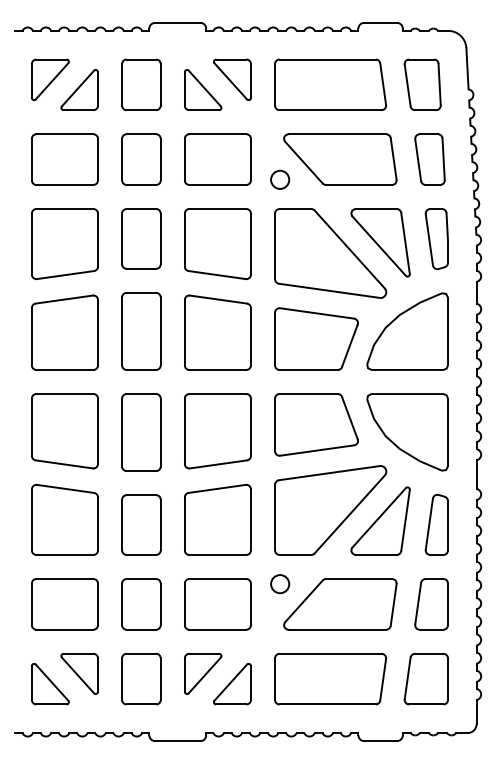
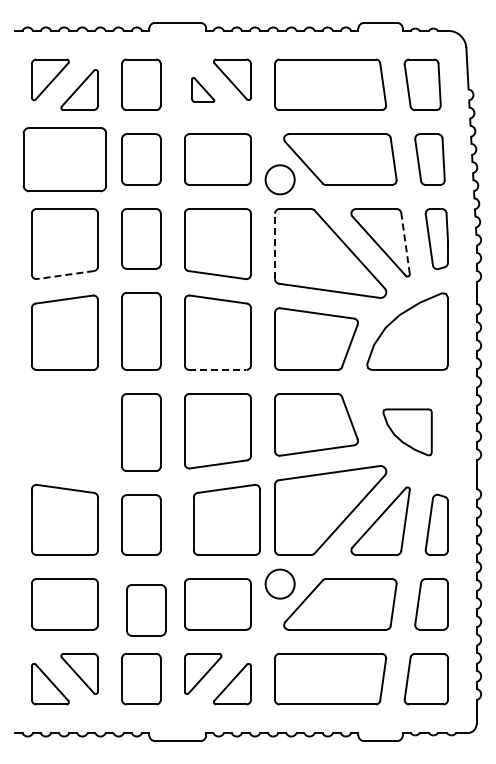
part at (203, 89) size: 39x42 px -> 25x26 px
part at (64, 159) size: 68x53 px -> 86x66 px
circle at (280, 179) diameter: 18 px -> 29 px
line at (405, 243): solid -> dashed
line at (275, 246): solid -> dashed
line at (65, 275): solid -> dashed
line at (217, 369): solid -> dashed
part at (64, 431): present -> none
part at (407, 432) size: 83x79 px -> 51x49 px
part at (217, 519) position: (217, 519) -> (226, 519)
circle at (280, 584) diameter: 18 px -> 29 px
part at (141, 604) position: (141, 604) -> (146, 610)
